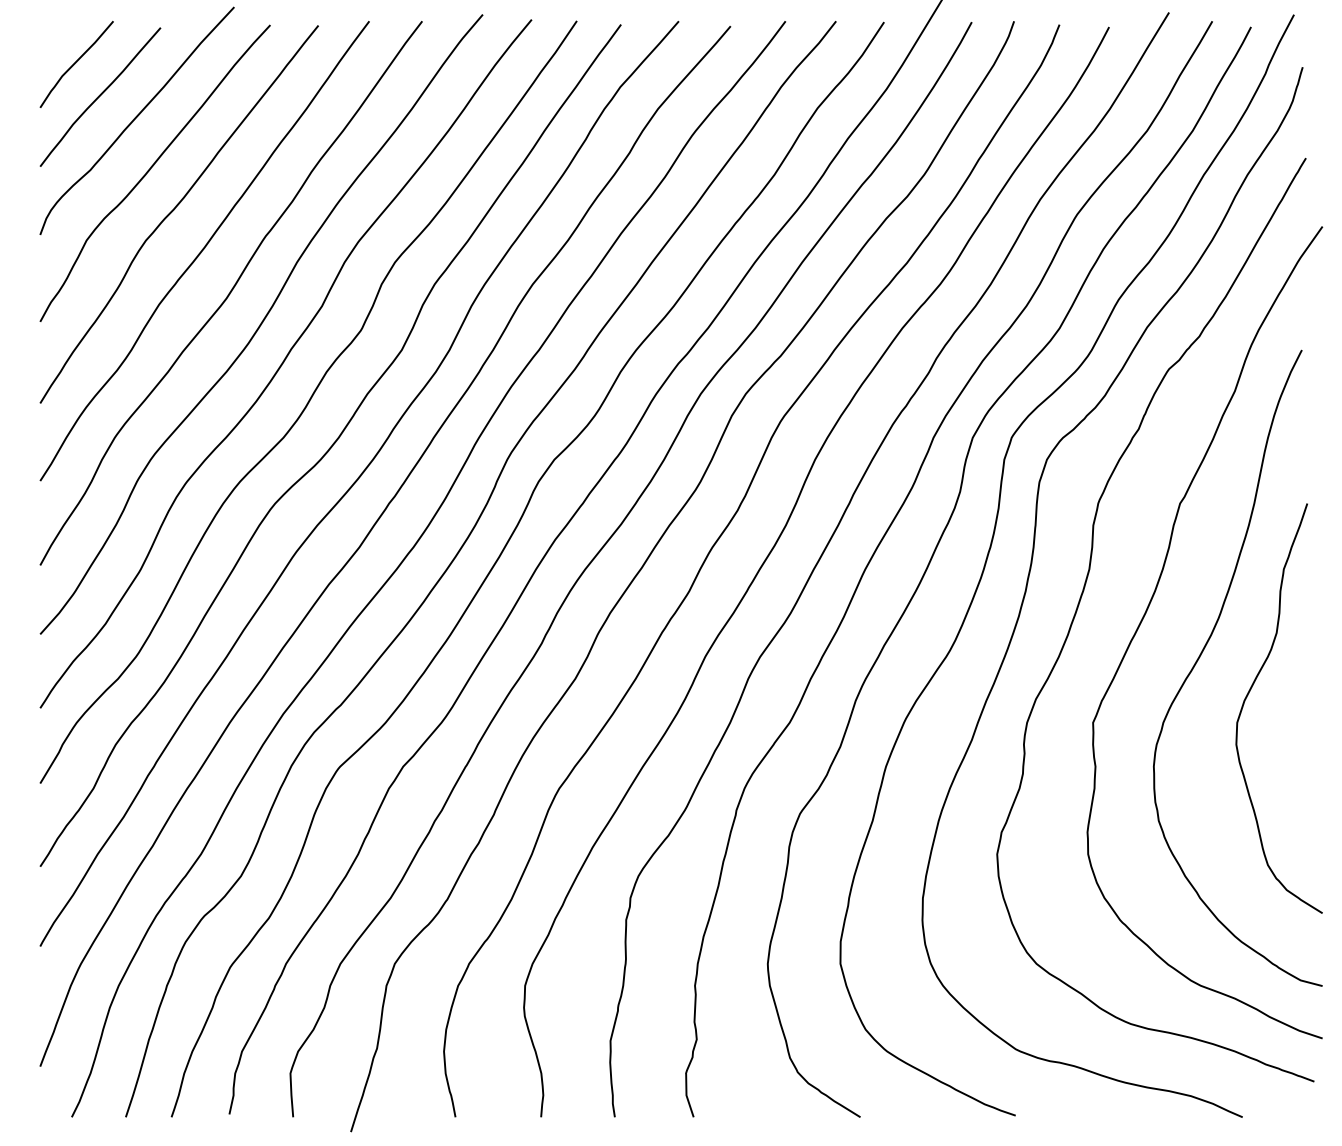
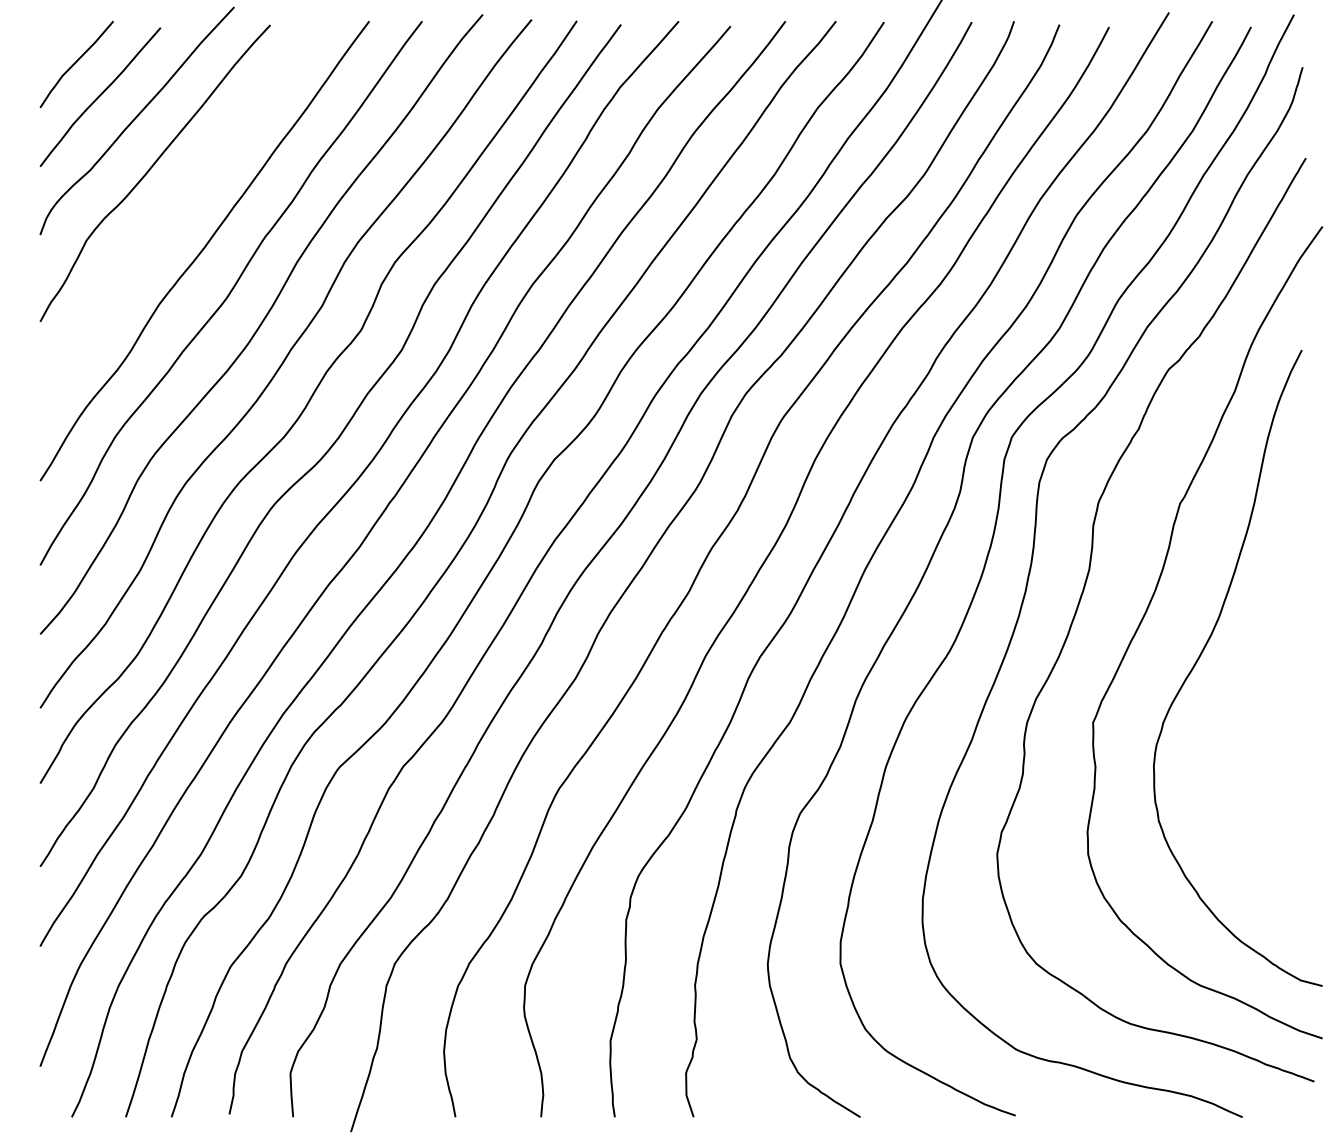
curve at (174, 210): present -> none
curve at (1249, 693): present -> none
